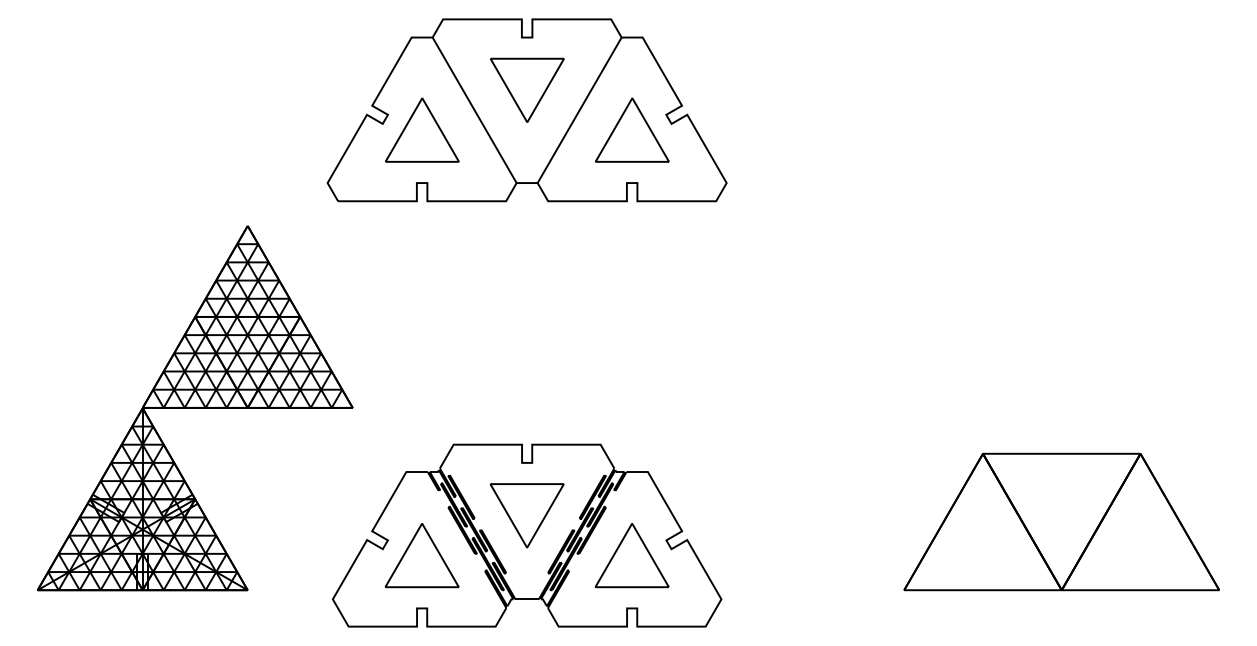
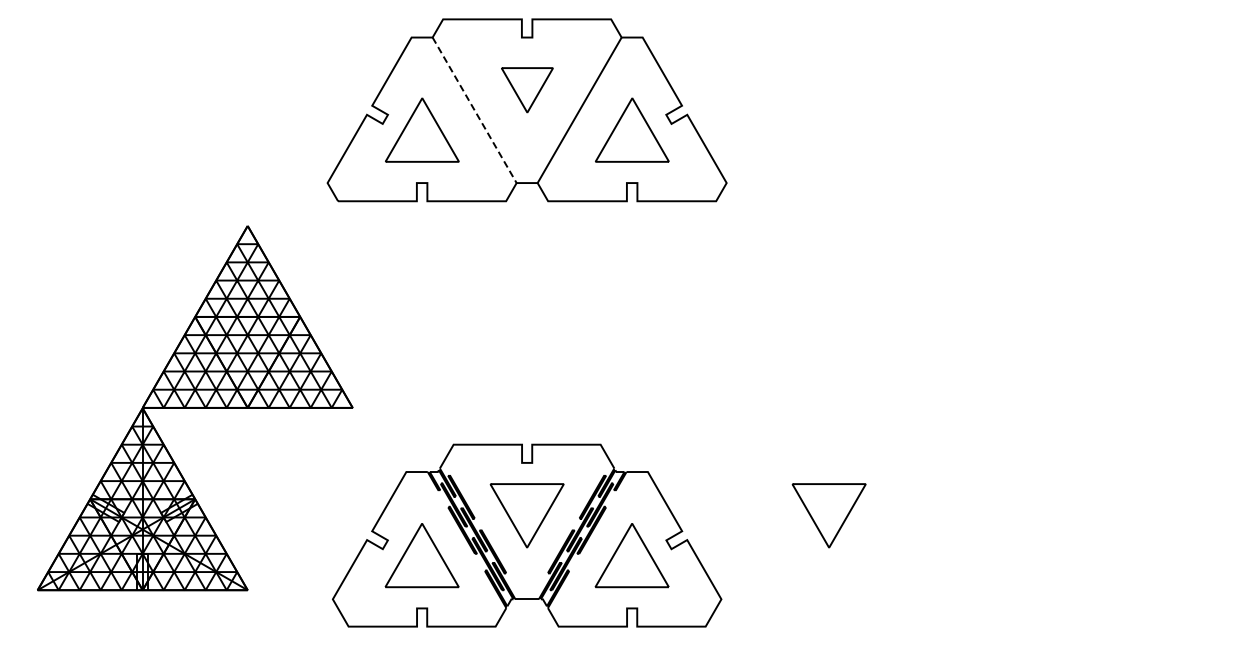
part at (527, 89) size: 75x66 px -> 53x47 px
line at (474, 110): solid -> dashed
part at (828, 515): none -> present
part at (1061, 521): present -> none
